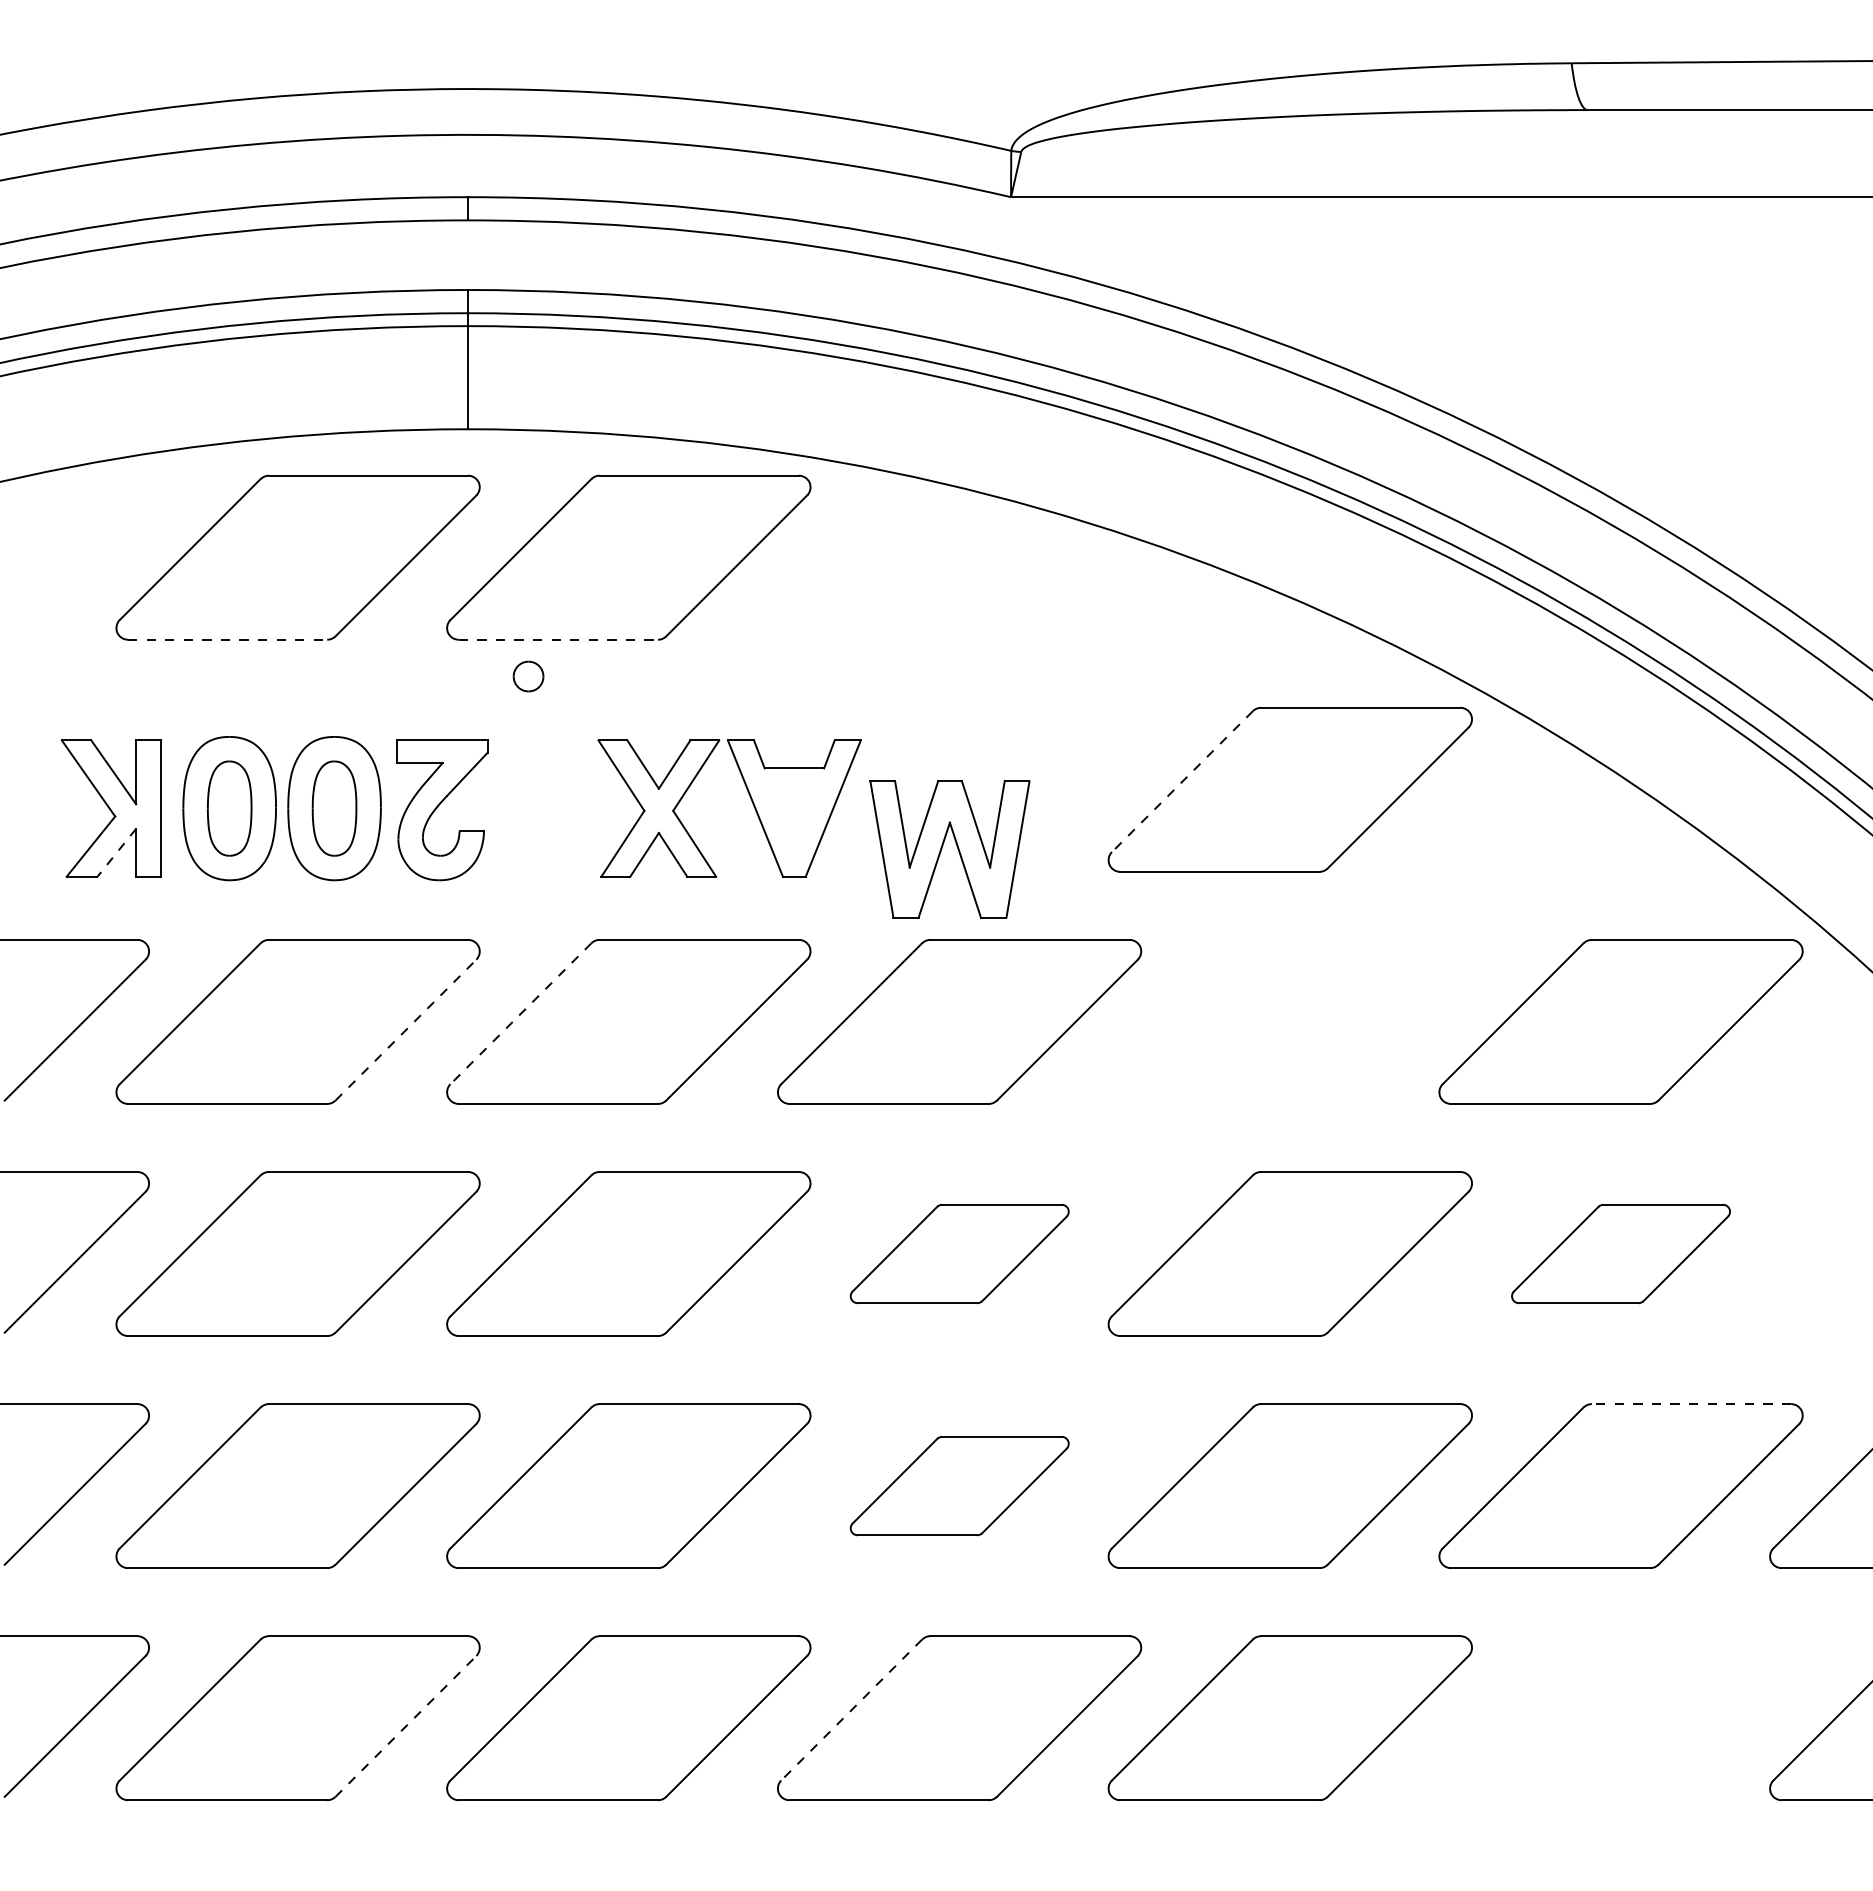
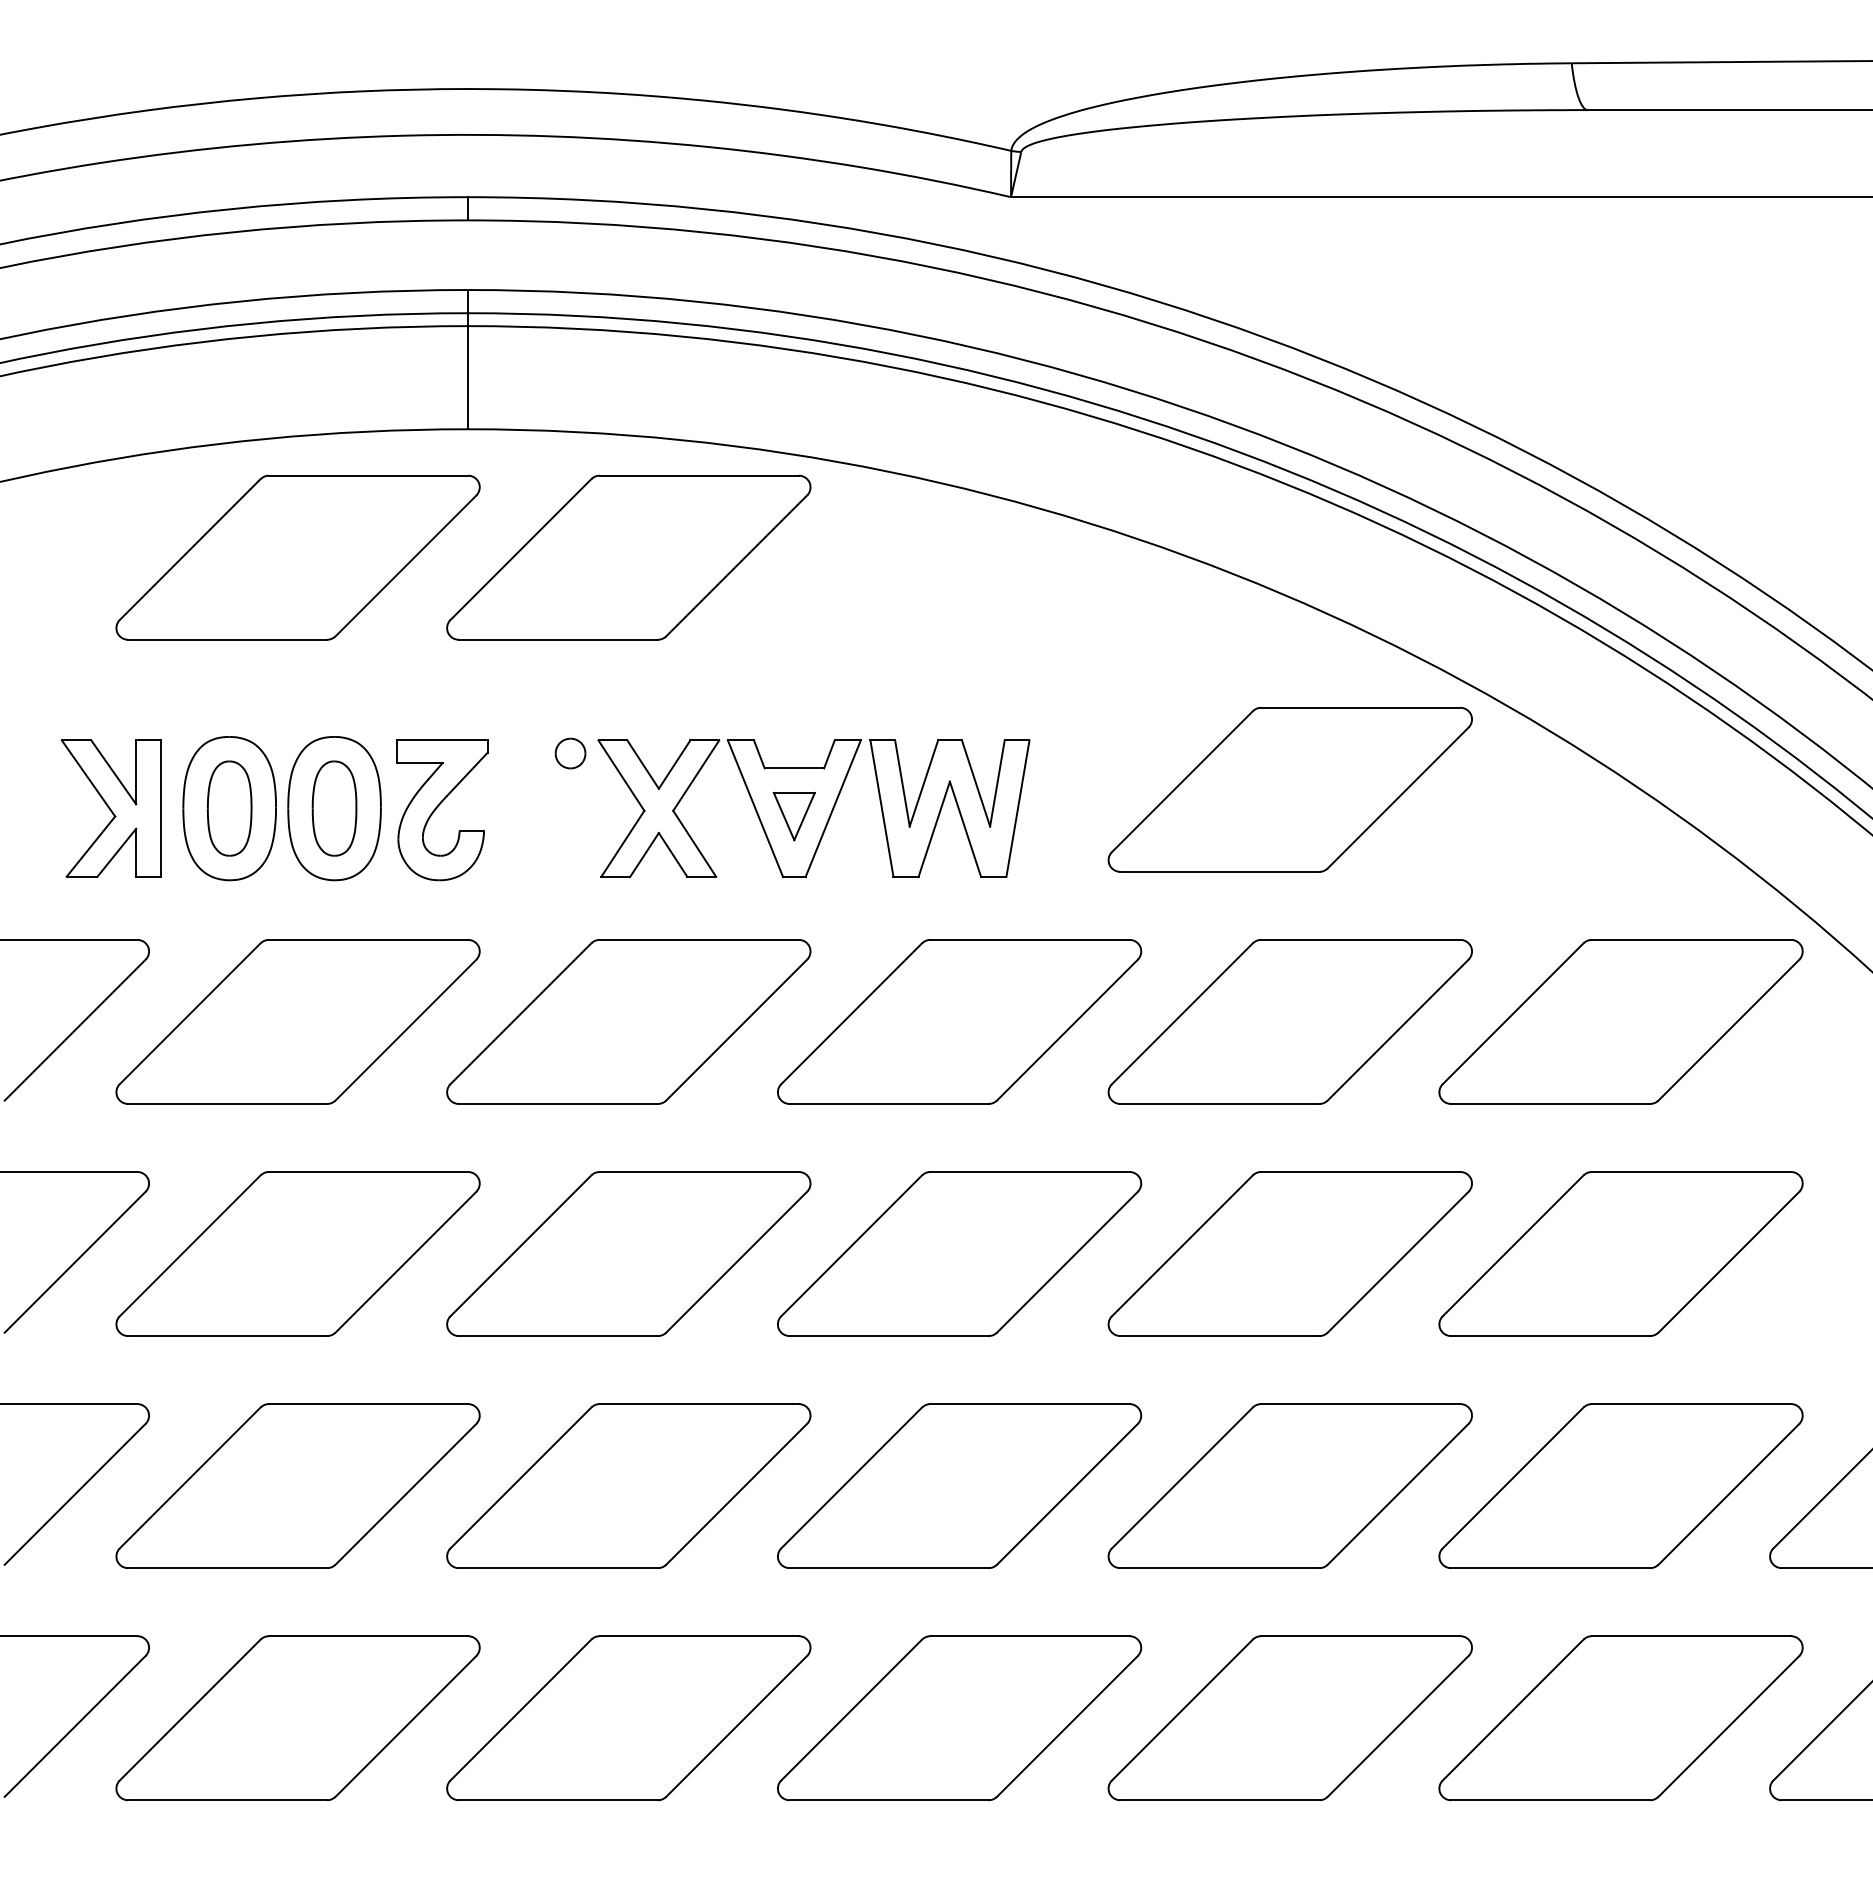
line at (227, 639): dashed -> solid
line at (558, 639): dashed -> solid
part at (528, 676) position: (528, 676) -> (570, 753)
line at (1182, 781): dashed -> solid
part at (793, 816): none -> present
part at (942, 849) position: (942, 849) -> (942, 808)
line at (116, 852): dashed -> solid
line at (521, 1013): dashed -> solid
part at (1289, 1021): none -> present
line at (405, 1030): dashed -> solid
part at (959, 1253) size: 221x101 px -> 366x166 px
part at (1620, 1253) size: 220x102 px -> 366x166 px
line at (1691, 1404): dashed -> solid
part at (959, 1486) size: 221x101 px -> 366x166 px
line at (851, 1710): dashed -> solid
part at (1620, 1718): none -> present
line at (405, 1726): dashed -> solid
